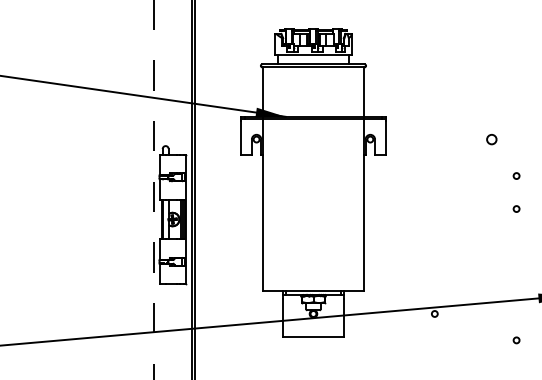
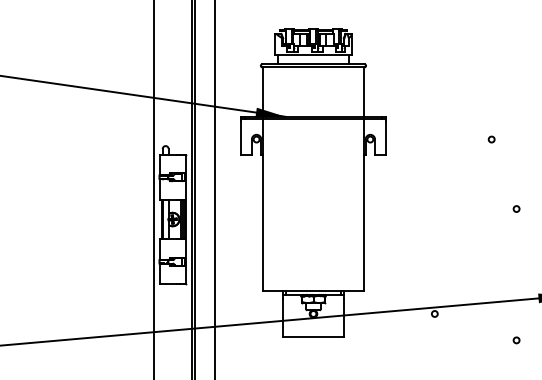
circle at (491, 139) size: 12x12 px -> 9x9 px
circle at (516, 175): present -> none
line at (153, 189): dashed -> solid
line at (215, 189): none -> present
